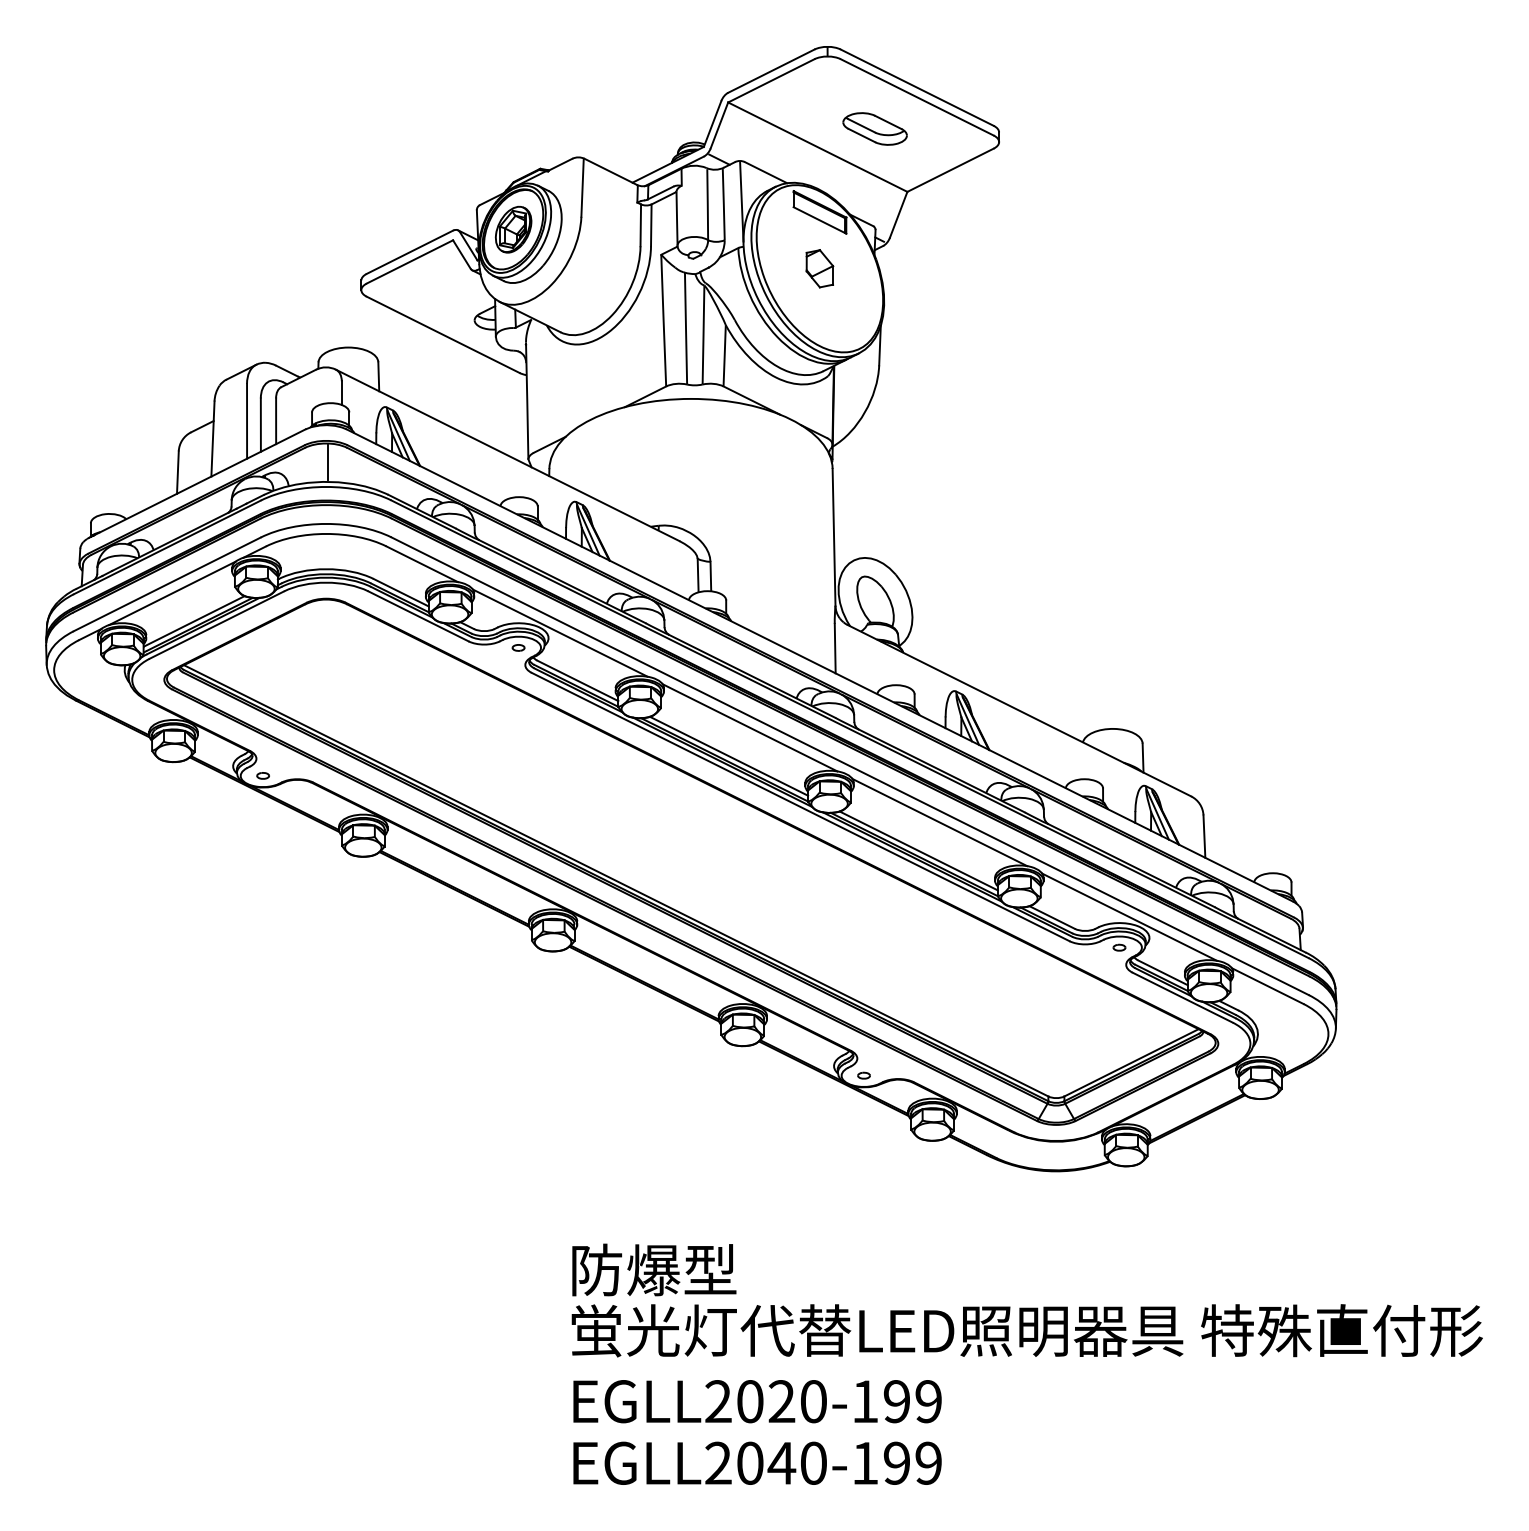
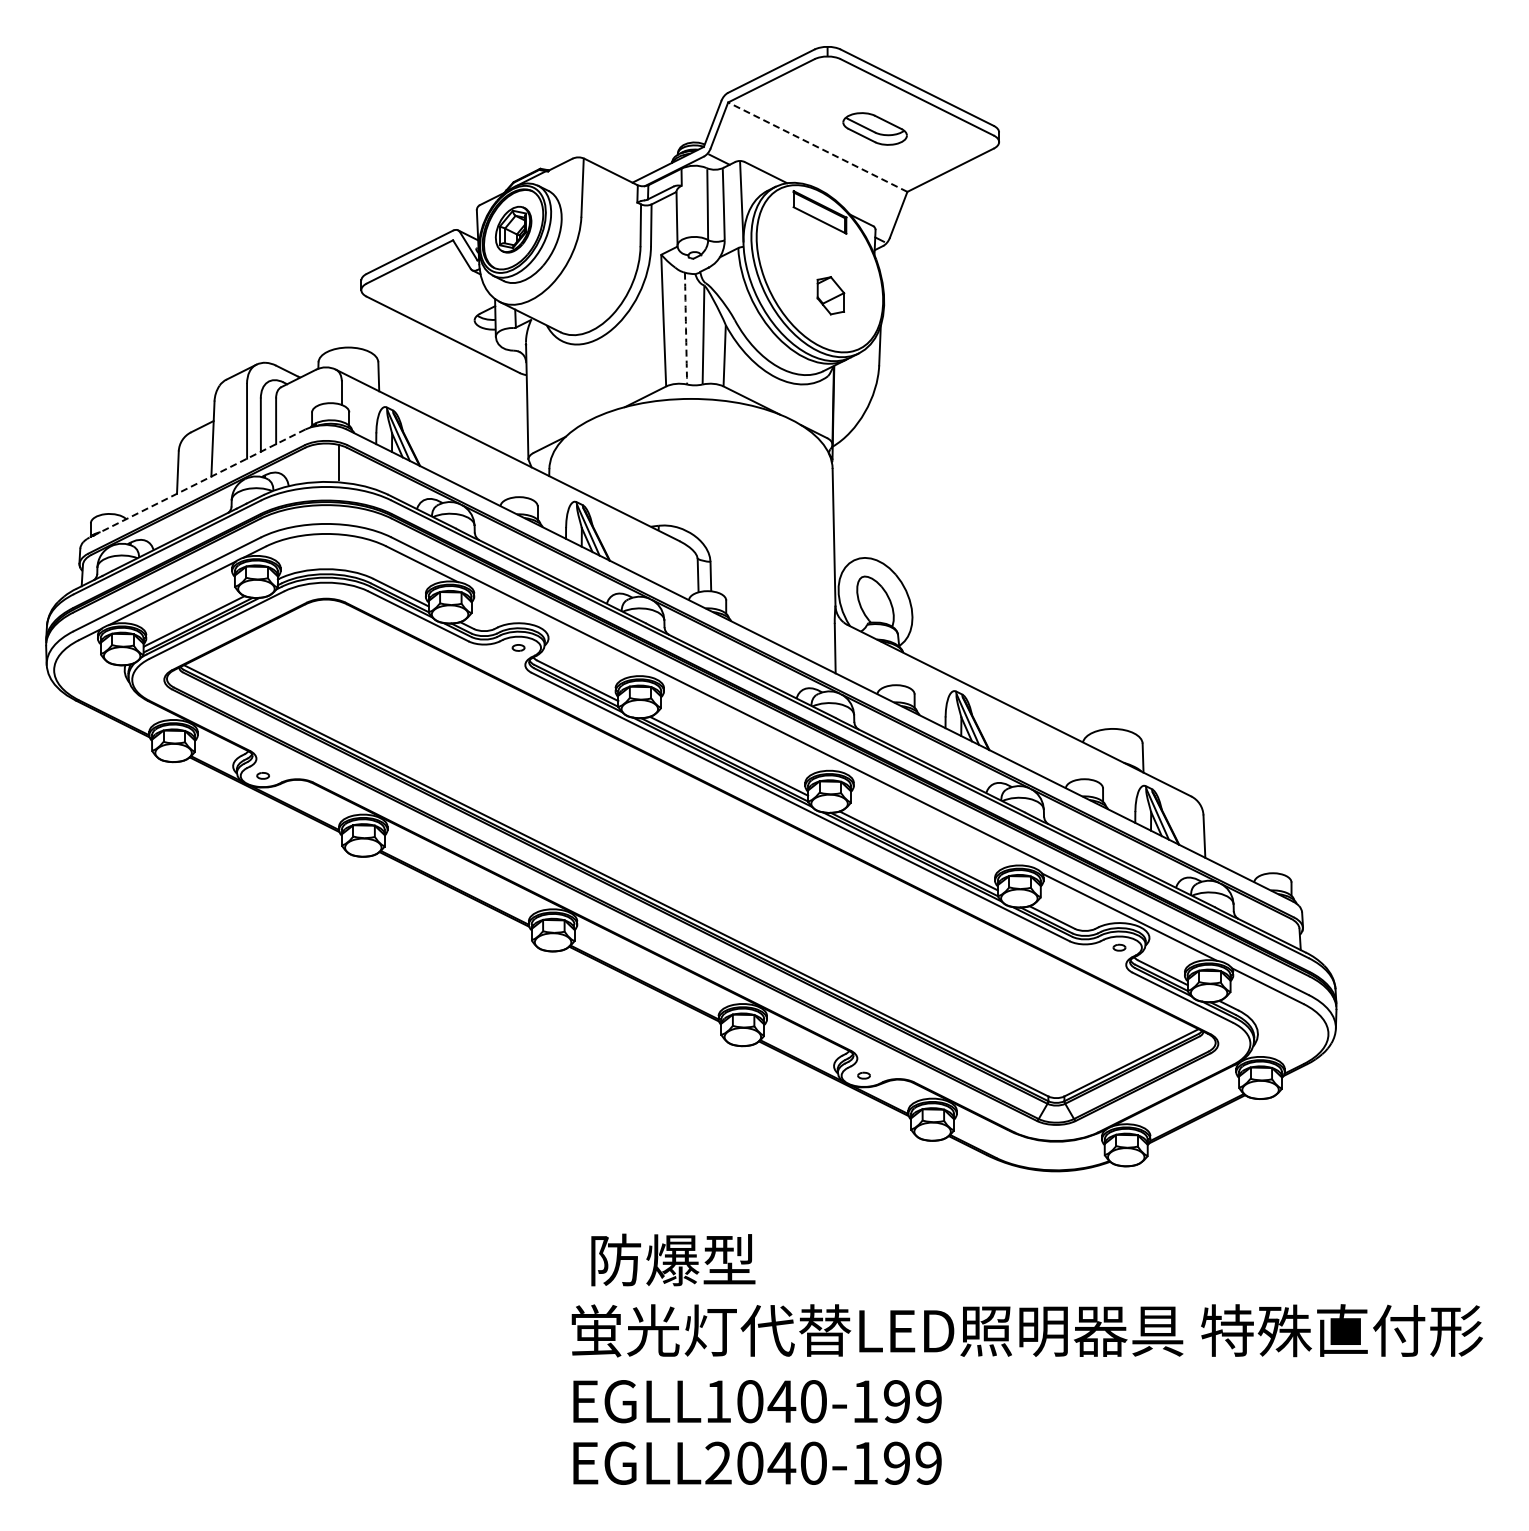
line at (817, 146): solid -> dashed
part at (819, 268) position: (819, 268) -> (830, 295)
arc at (686, 328): solid -> dashed
line at (327, 462) position: (327, 462) -> (338, 462)
line at (197, 483): solid -> dashed
line at (559, 632): present -> none
line at (749, 727): present -> none
line at (939, 822): present -> none
text at (654, 1269) position: (654, 1269) -> (673, 1259)
text at (750, 1401): EGLL2020-199 -> EGLL1040-199
